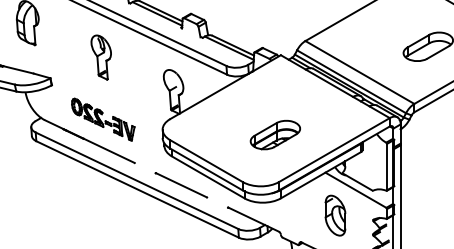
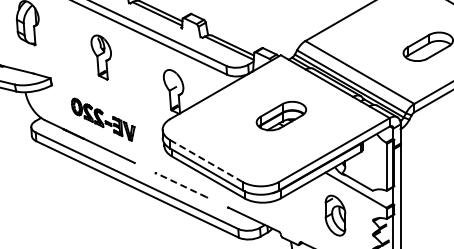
part at (274, 135) position: (274, 135) -> (280, 116)
line at (206, 161): solid -> dashed
line at (181, 185): solid -> dashed
